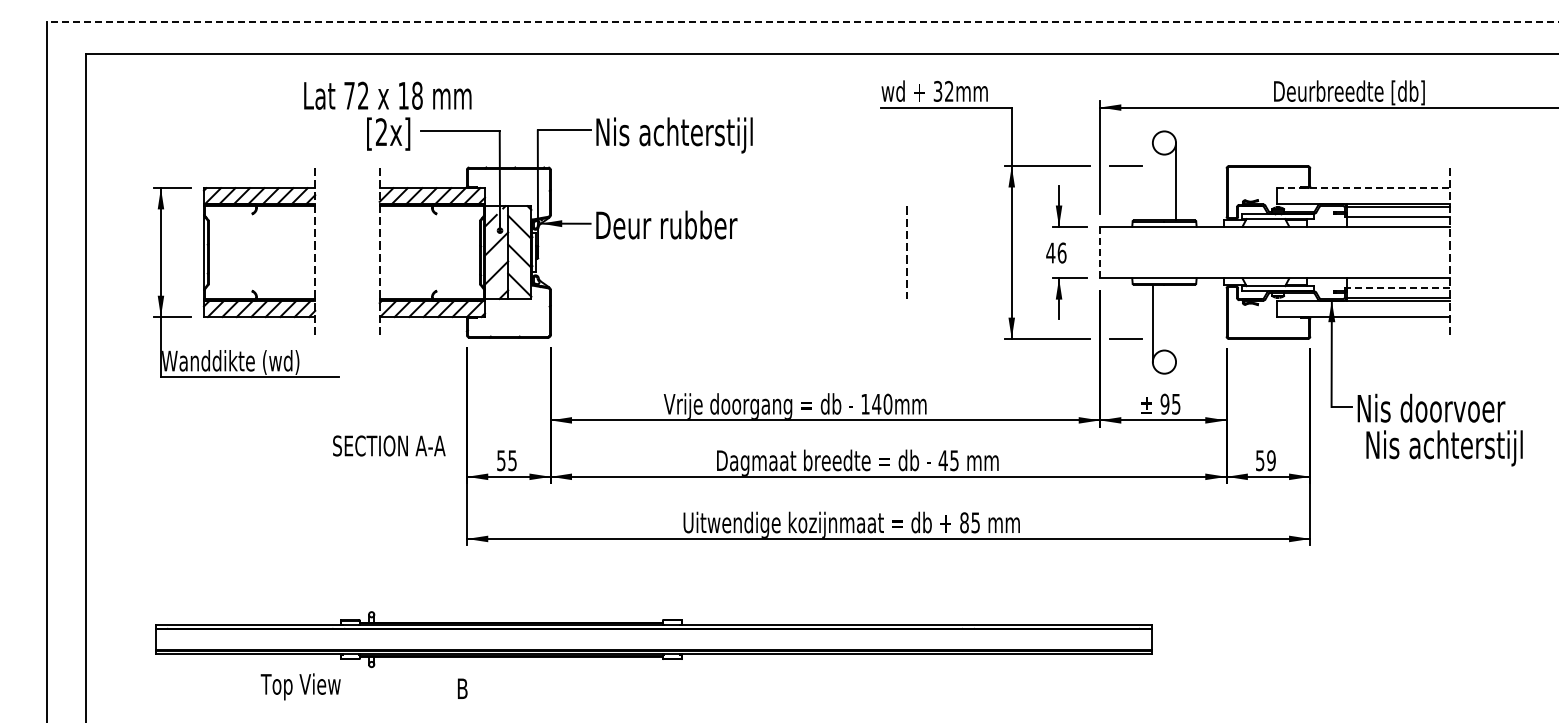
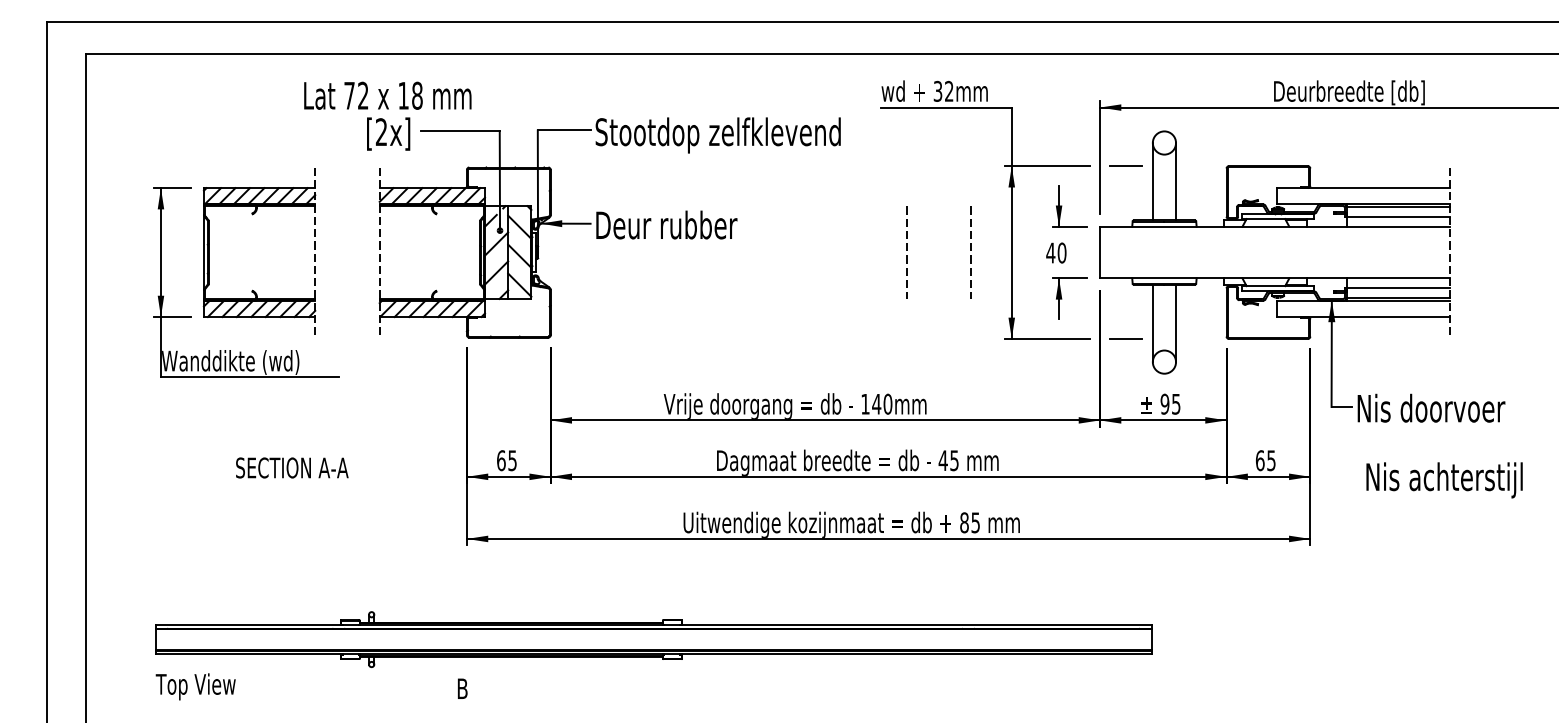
line at (802, 21): dashed -> solid
text at (717, 135): Nis achterstijl -> Stootdop zelfklevend
line at (1152, 181): none -> present
line at (1363, 188): dashed -> solid
line at (970, 250): none -> present
text at (1061, 252): 46 -> 40
line at (1100, 252): dashed -> solid
line at (1398, 288): dashed -> solid
line at (1176, 323): none -> present
text at (389, 445) position: (389, 445) -> (292, 467)
text at (1444, 448) position: (1444, 448) -> (1444, 480)
text at (501, 460): 55 -> 65
text at (1265, 460): 59 -> 65
text at (300, 686) position: (300, 686) -> (195, 686)
